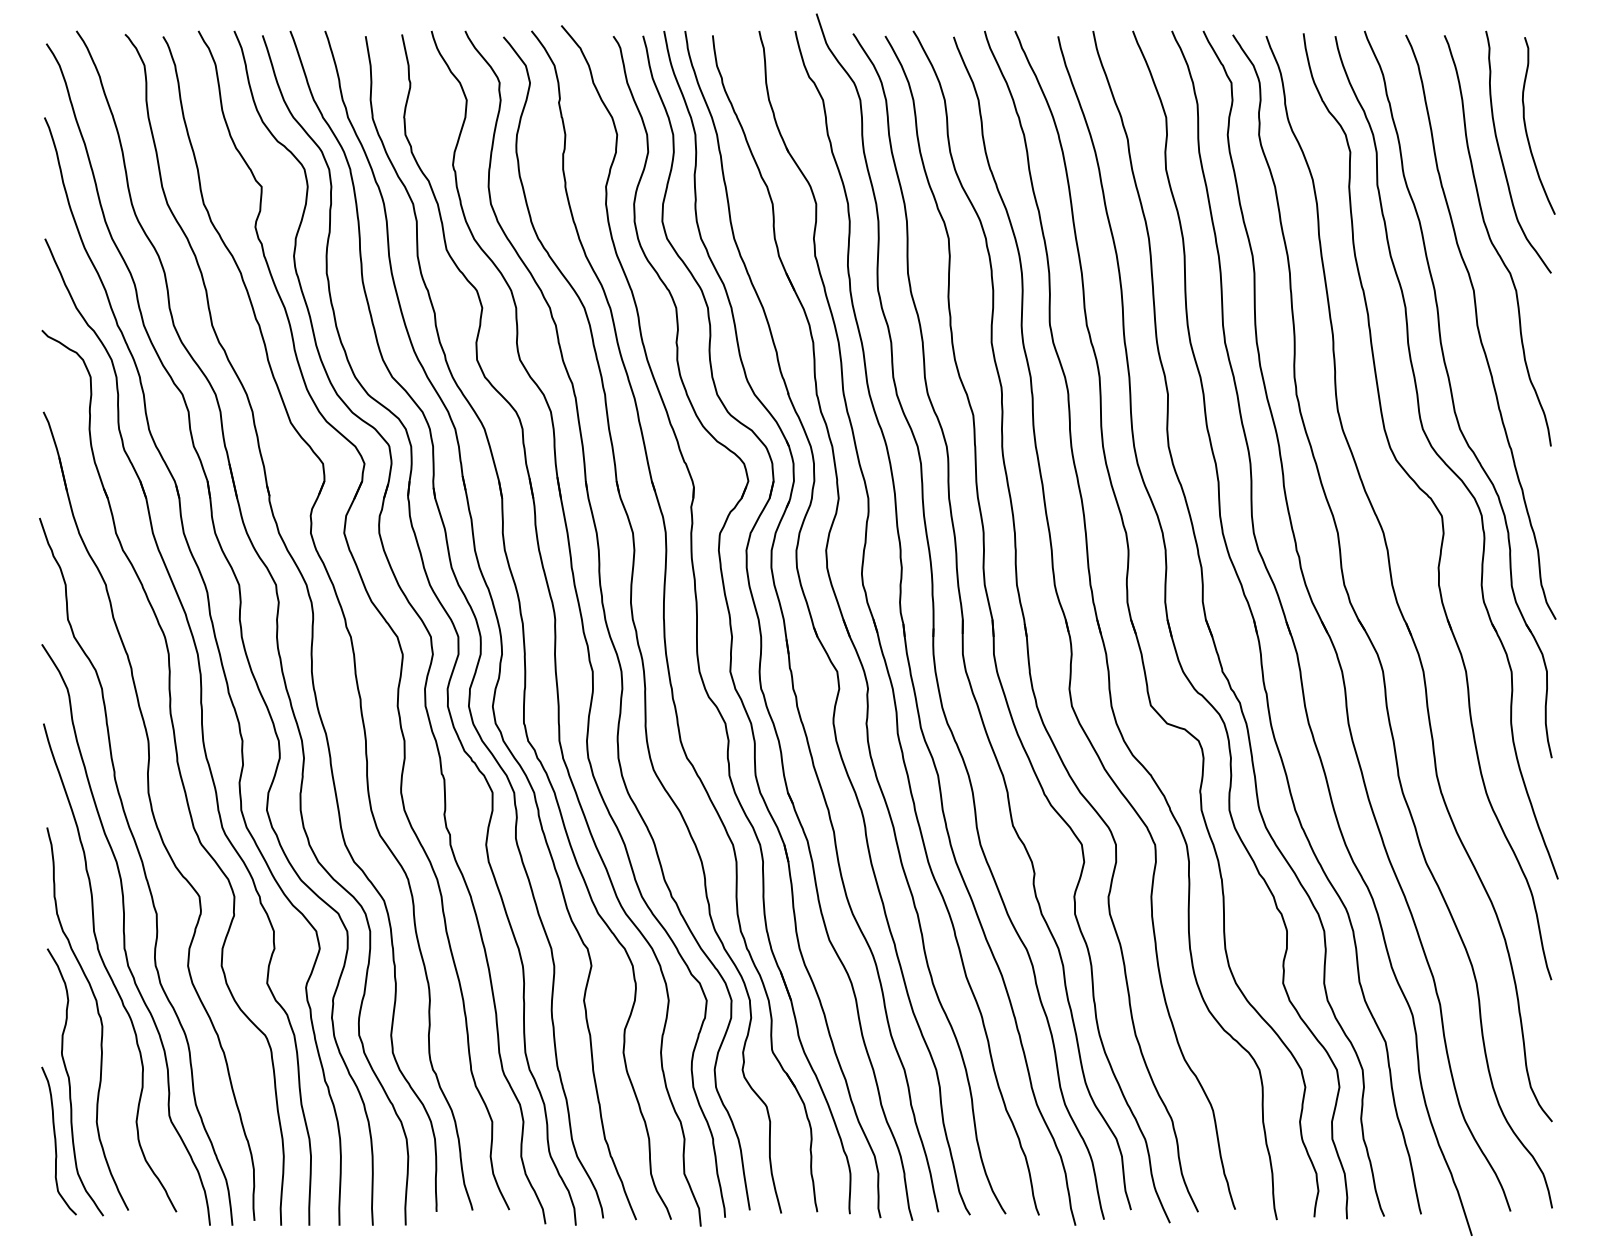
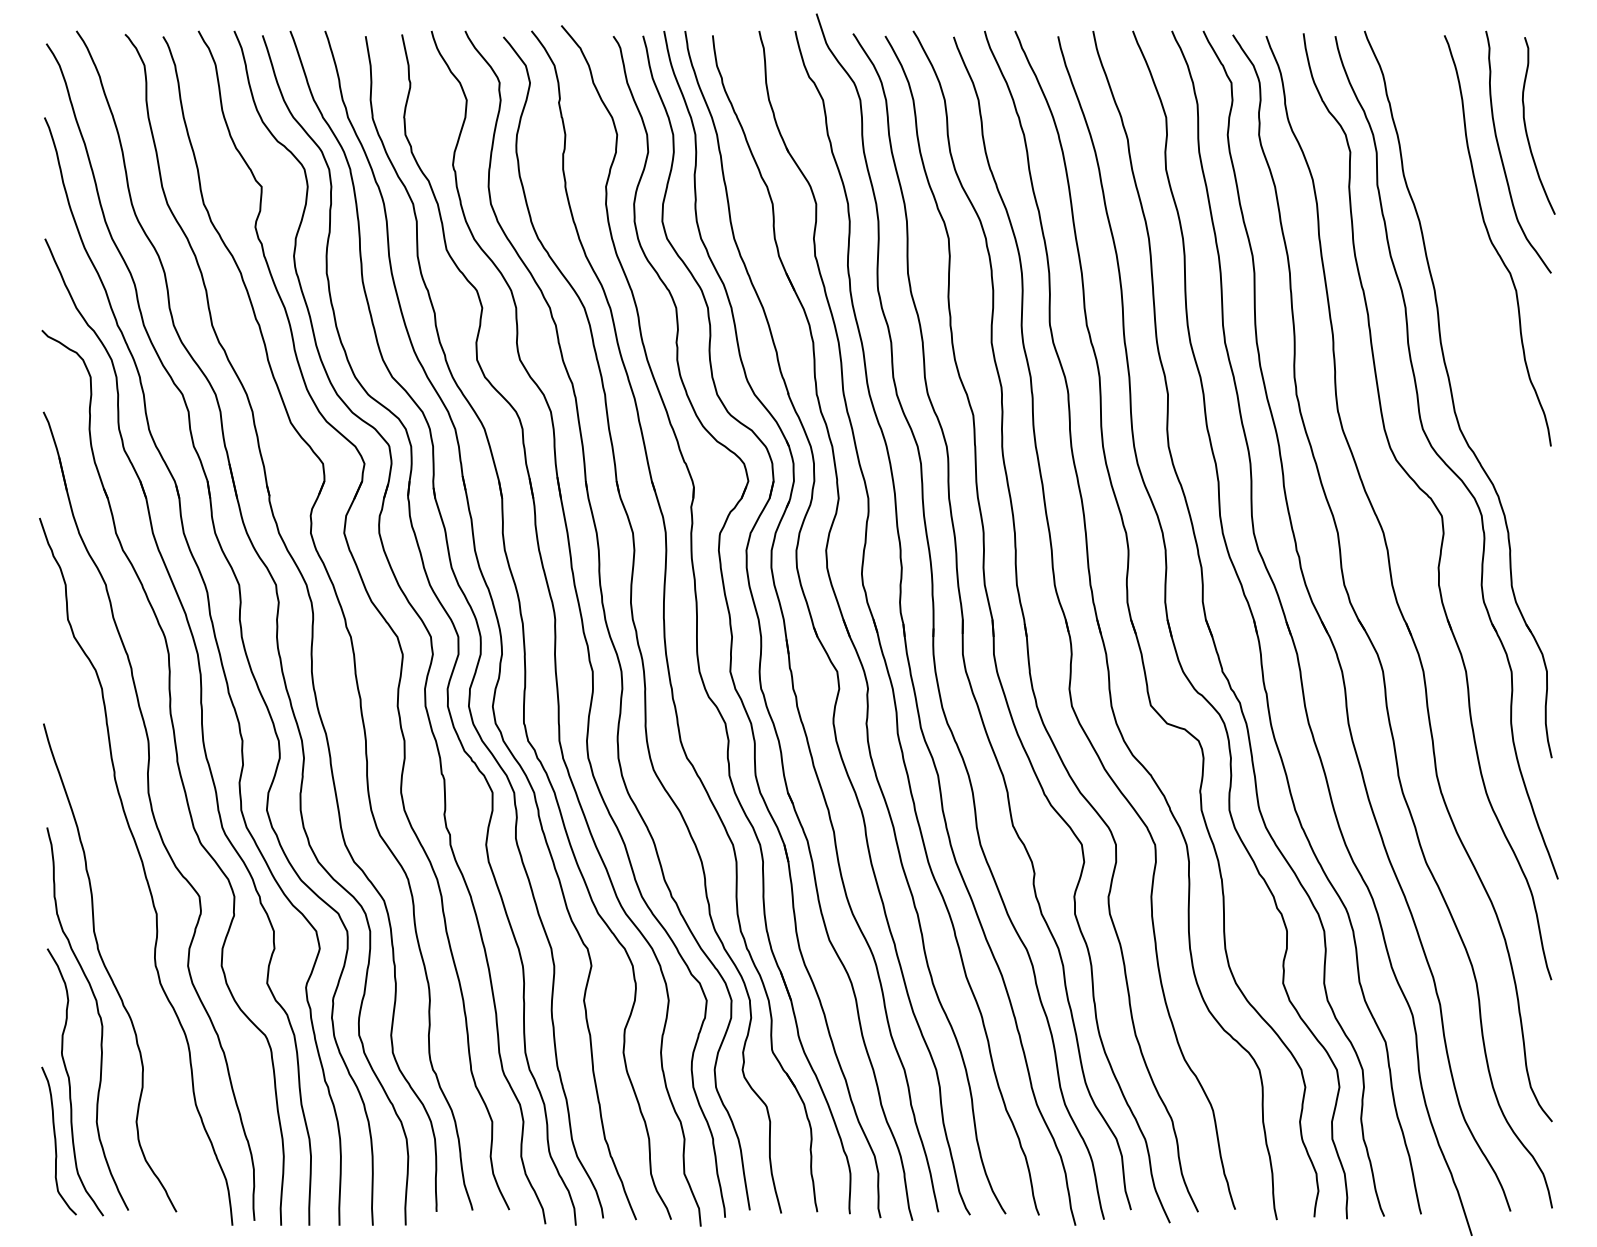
curve at (1478, 326): present -> none
curve at (124, 934): present -> none
